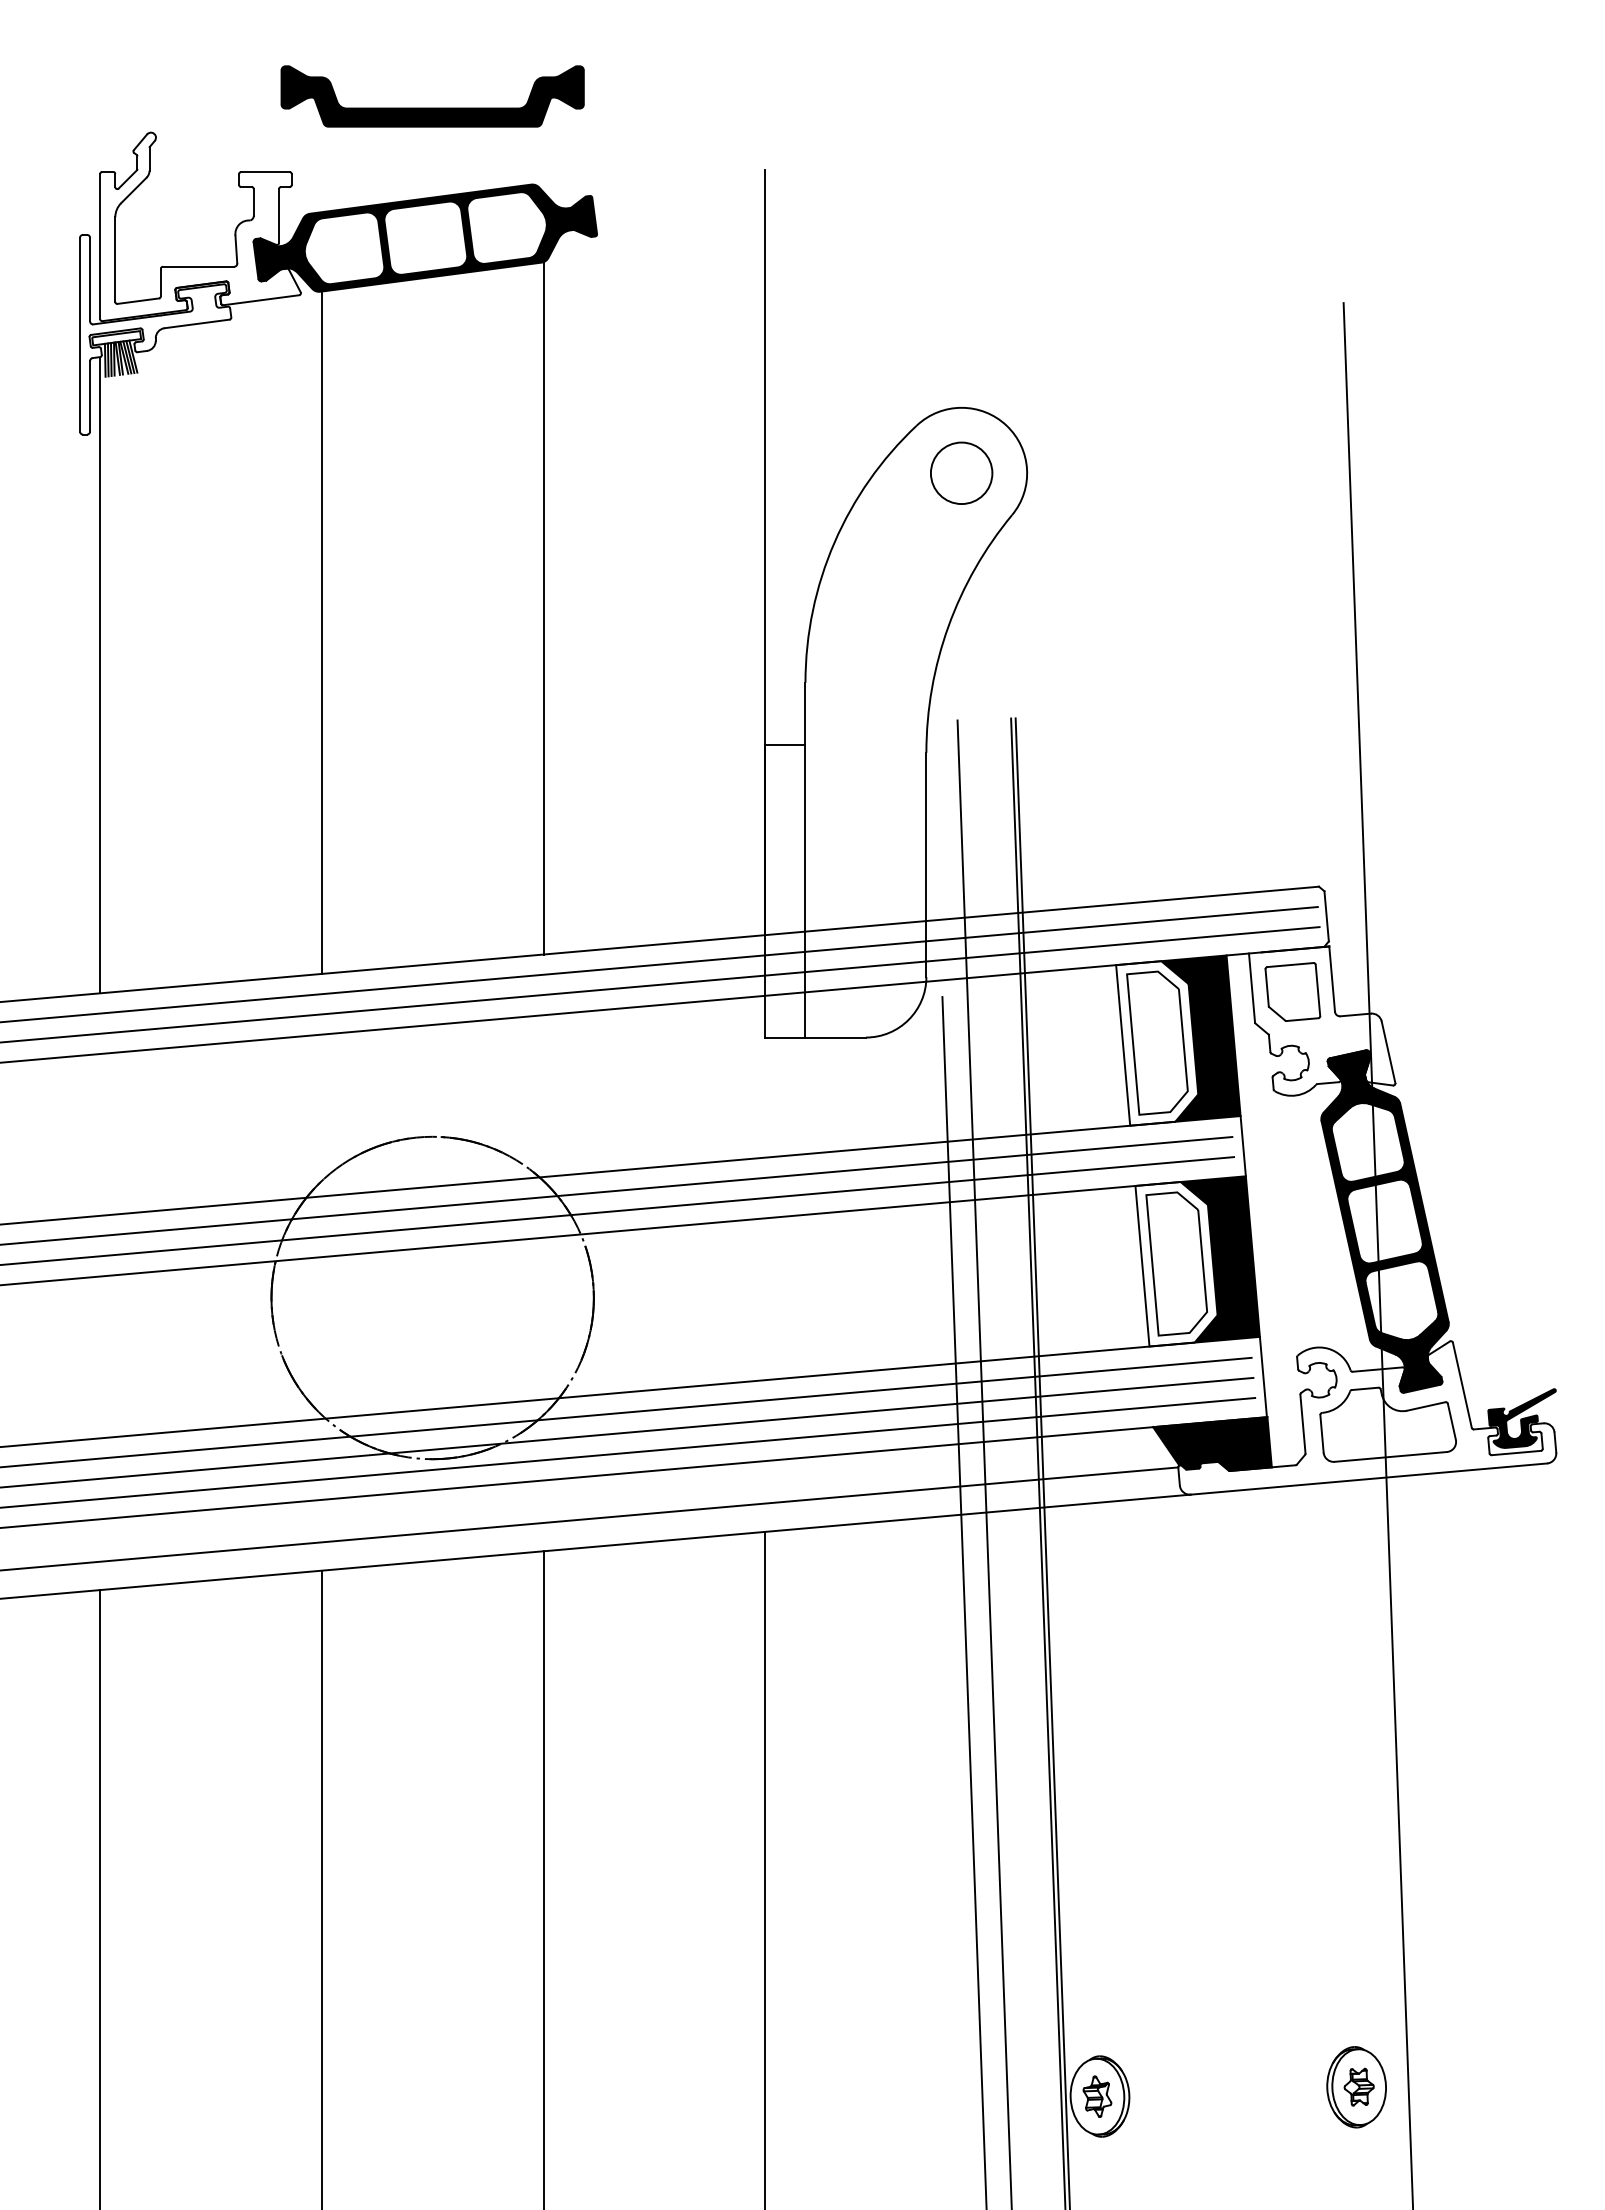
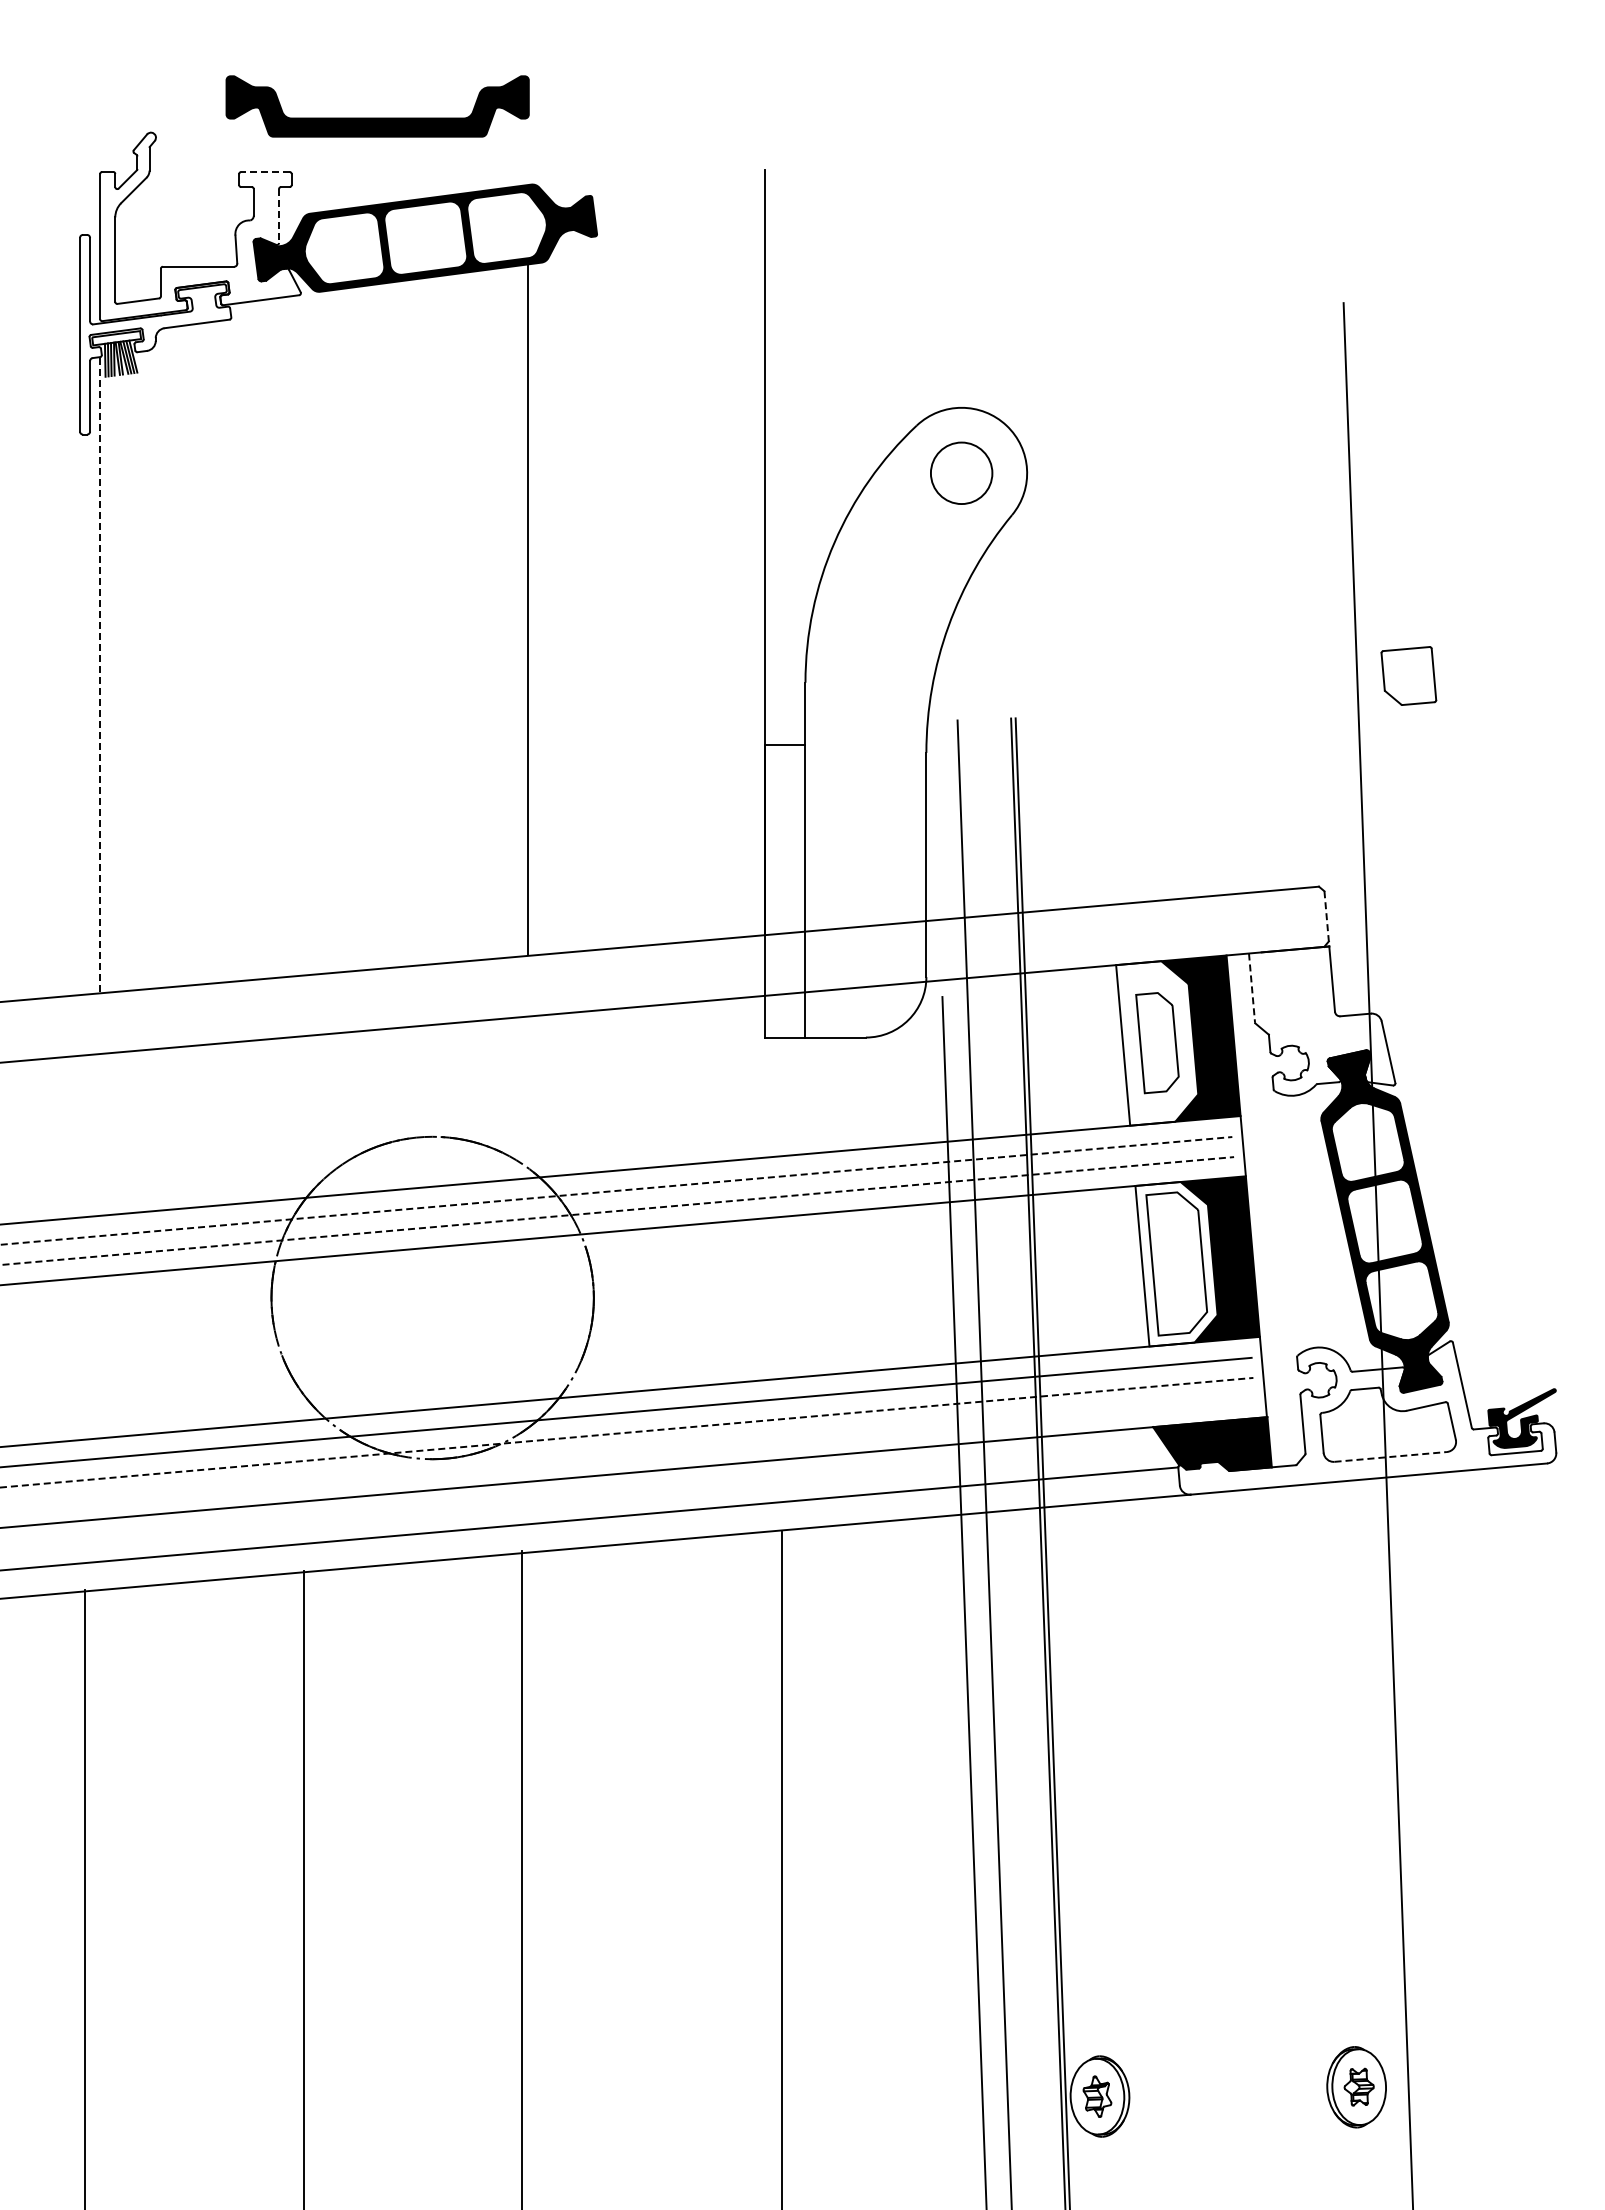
part at (432, 107) position: (432, 107) -> (377, 117)
line at (264, 171): solid -> dashed
line at (279, 216): solid -> dashed
line at (543, 608) position: (543, 608) -> (527, 608)
line at (321, 632): present -> none
line at (100, 675): solid -> dashed
line at (1326, 916): solid -> dashed
line at (659, 964): present -> none
line at (660, 984): present -> none
line at (1252, 988): solid -> dashed
part at (1292, 991) position: (1292, 991) -> (1408, 675)
part at (1157, 1042) size: 63x146 px -> 45x103 px
line at (616, 1190): solid -> dashed
line at (617, 1211): solid -> dashed
line at (627, 1432): solid -> dashed
line at (628, 1452): present -> none
line at (1391, 1456): solid -> dashed
line at (765, 1868) position: (765, 1868) -> (782, 1868)
line at (543, 1878) position: (543, 1878) -> (521, 1878)
line at (321, 1888) position: (321, 1888) -> (303, 1888)
line at (100, 1898) position: (100, 1898) -> (85, 1898)
